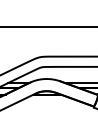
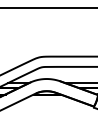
line at (48, 26) position: (48, 26) -> (48, 7)
